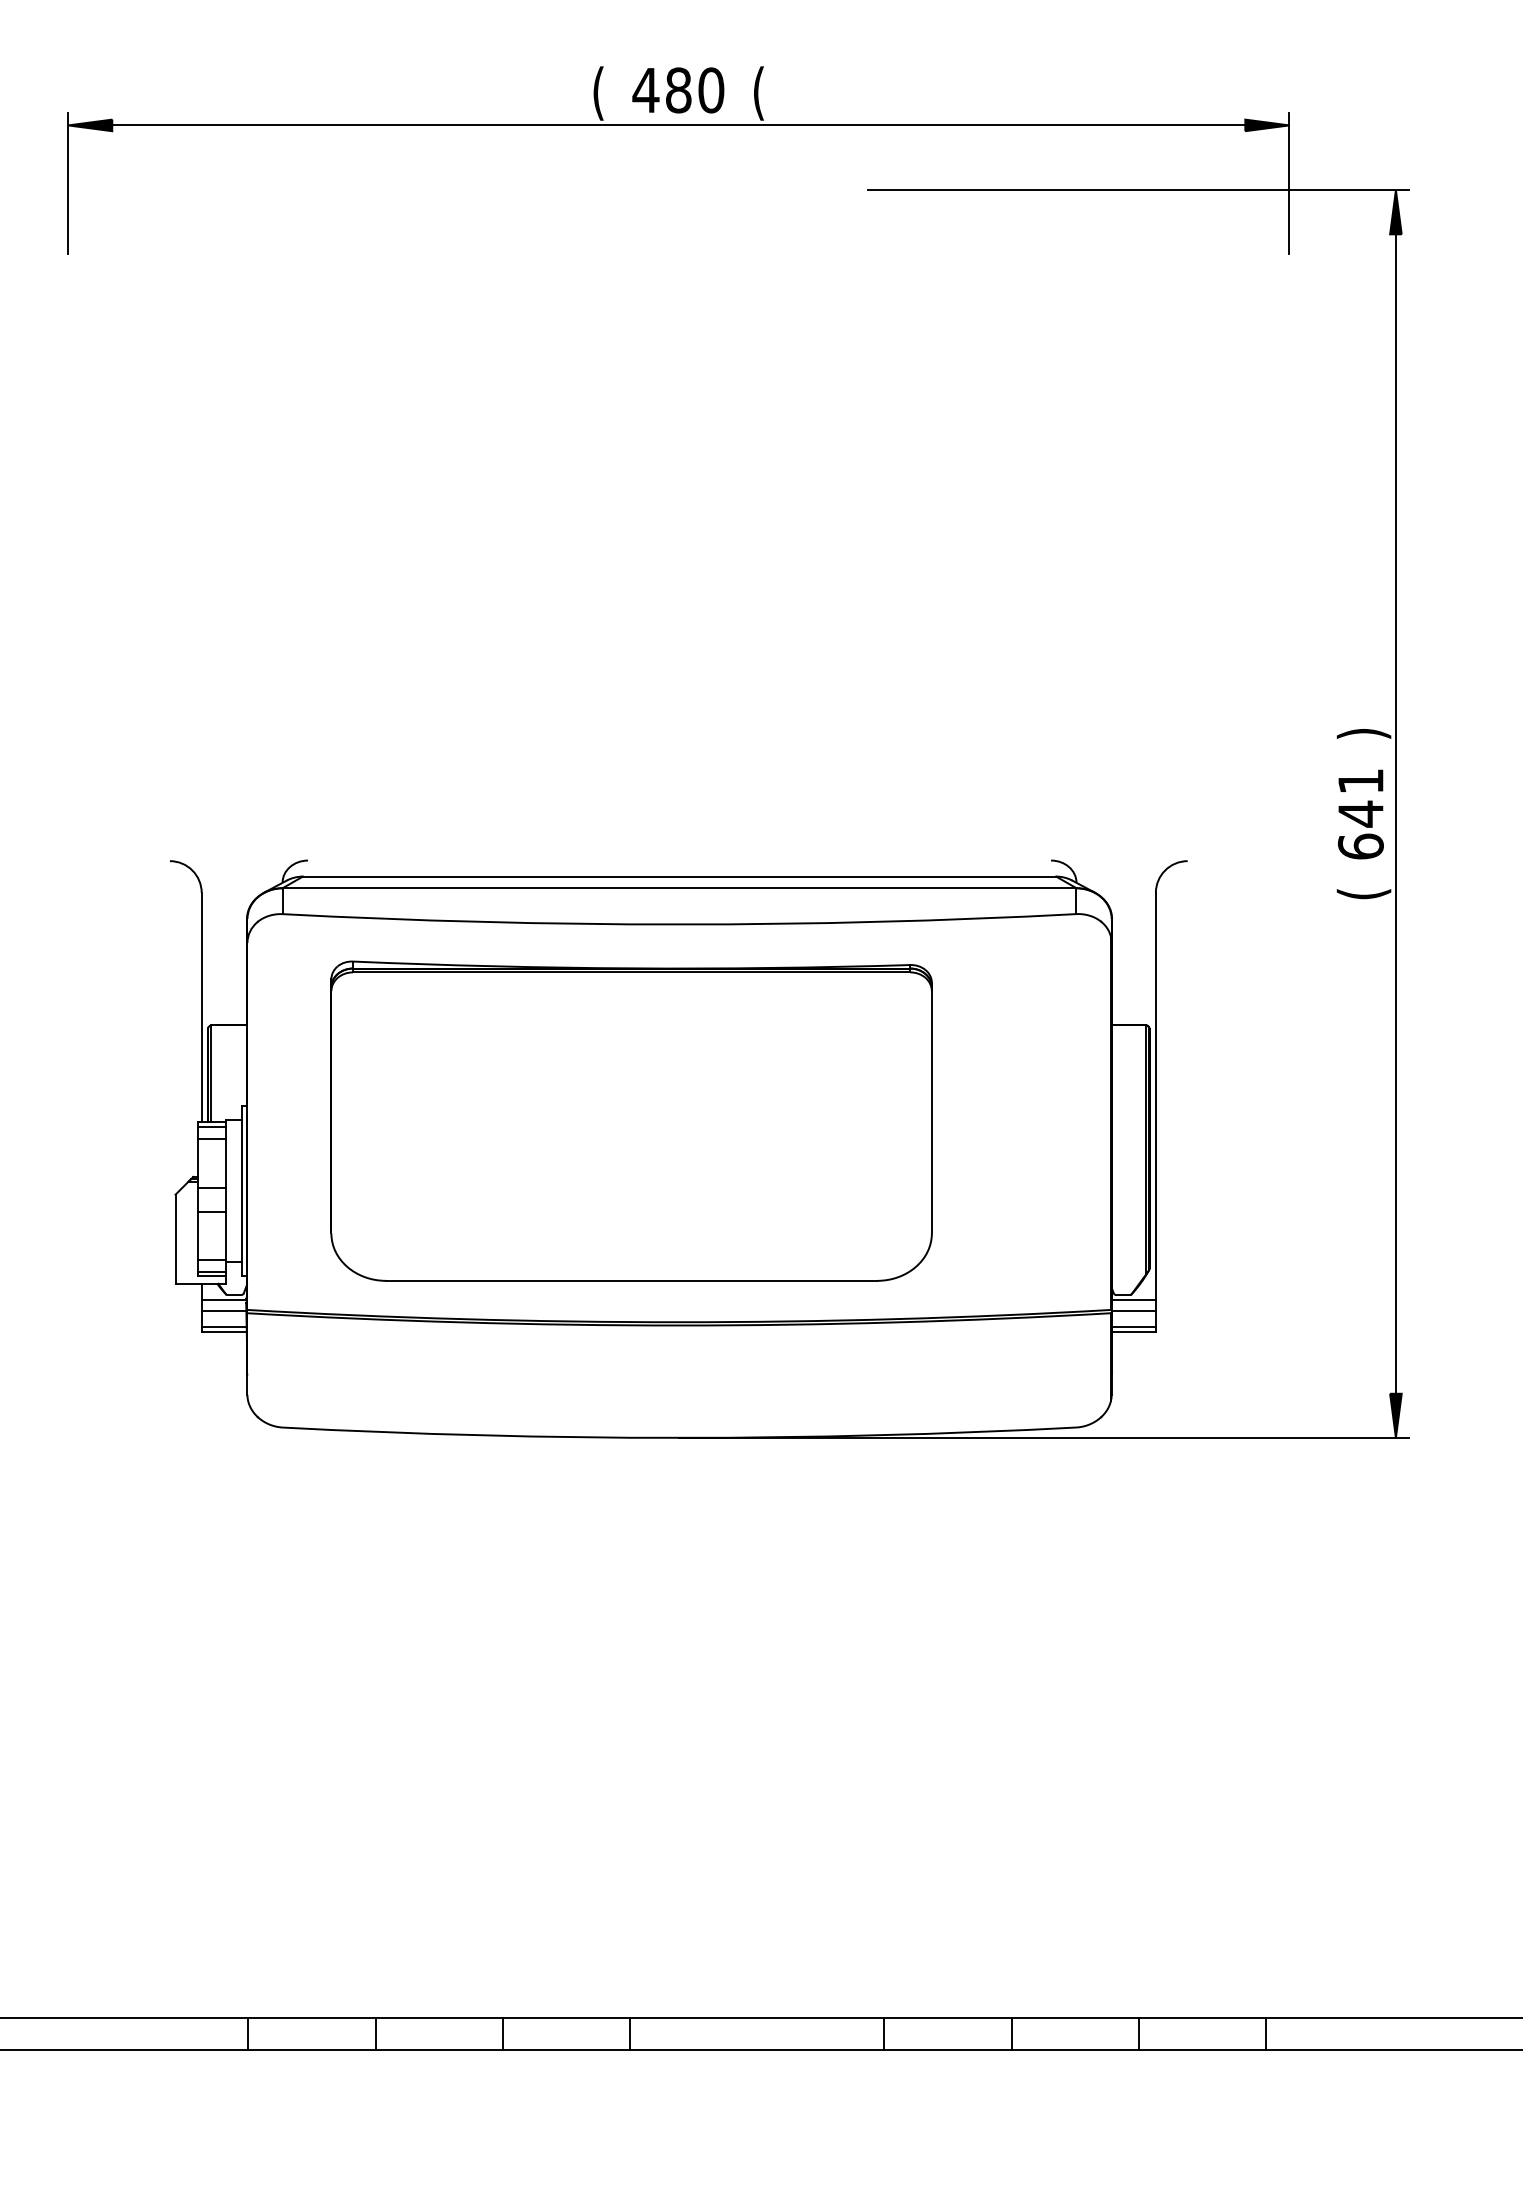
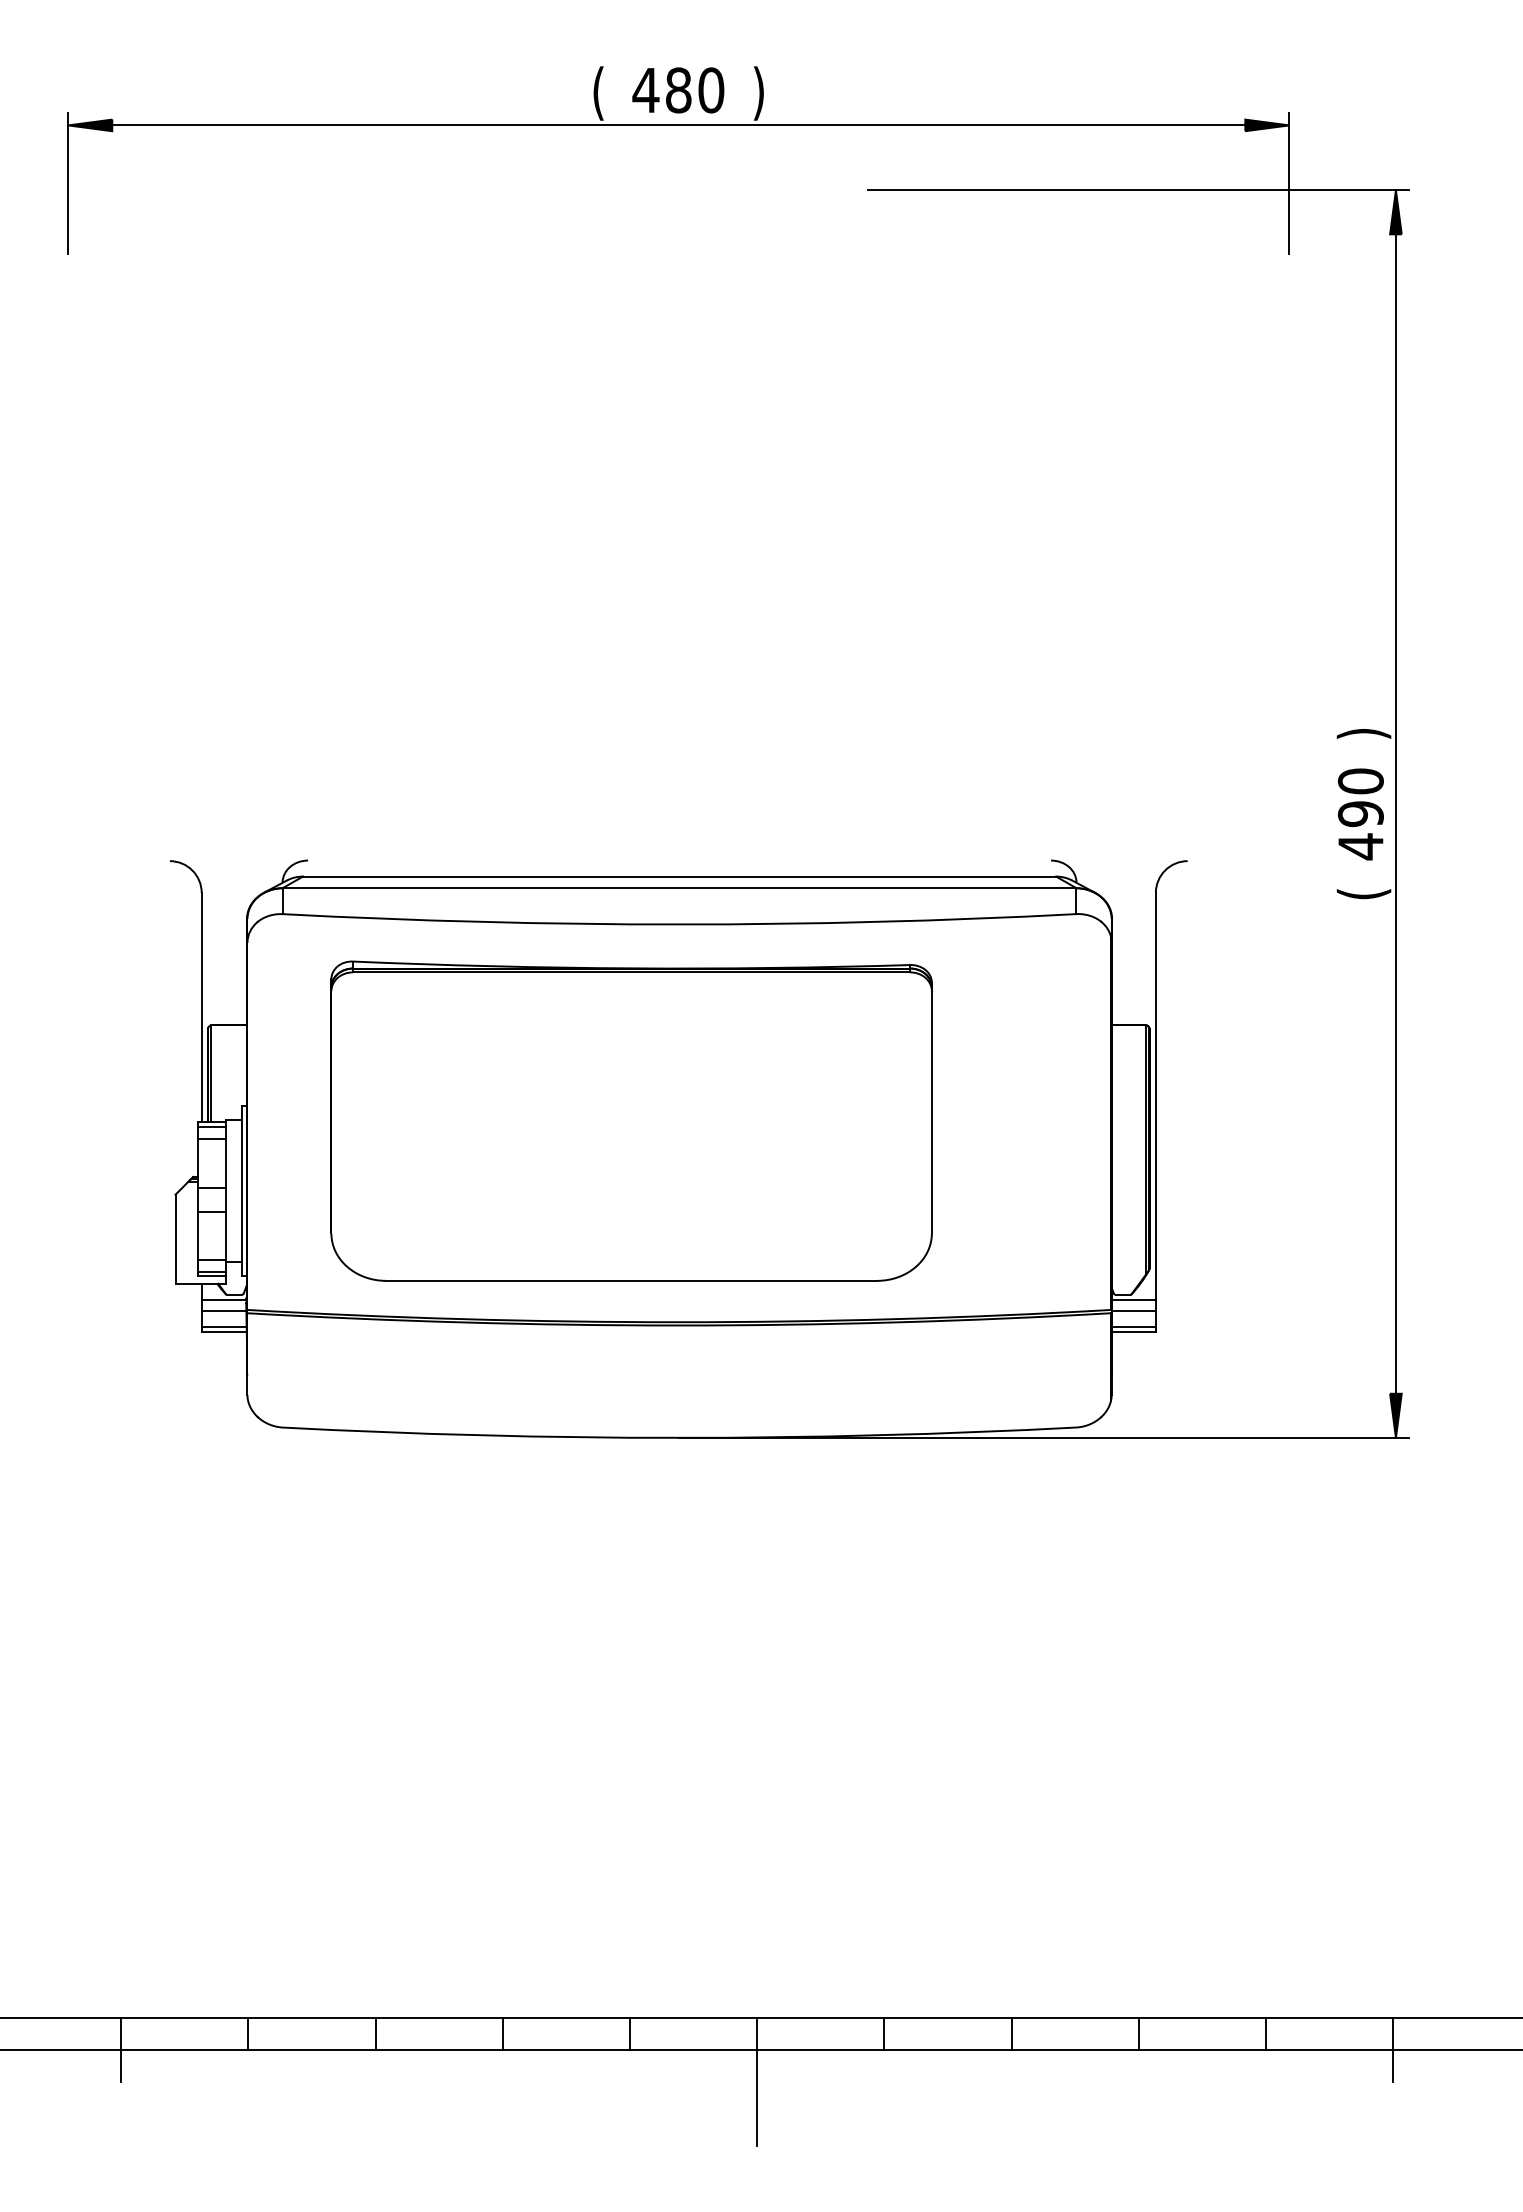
text at (758, 93): ( -> )
text at (1360, 814): 641 -> 490
line at (121, 2050): none -> present
line at (1393, 2050): none -> present
line at (757, 2081): none -> present
